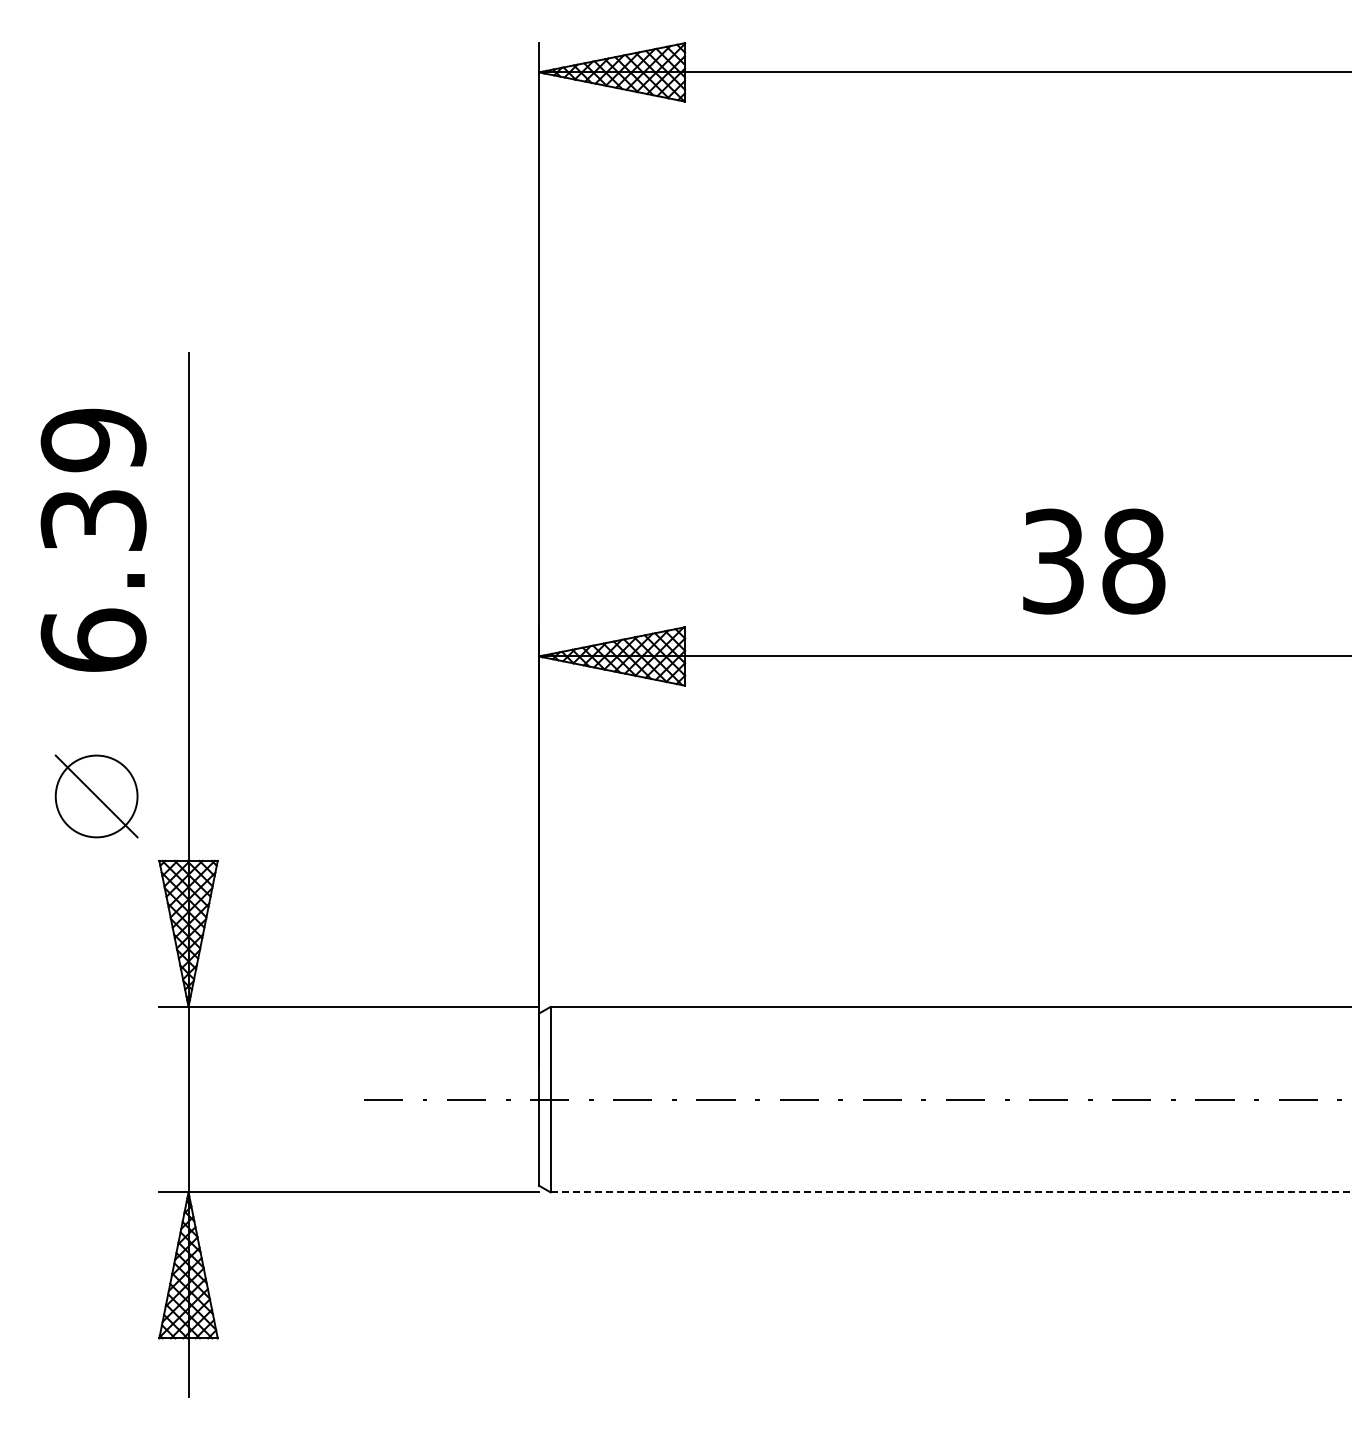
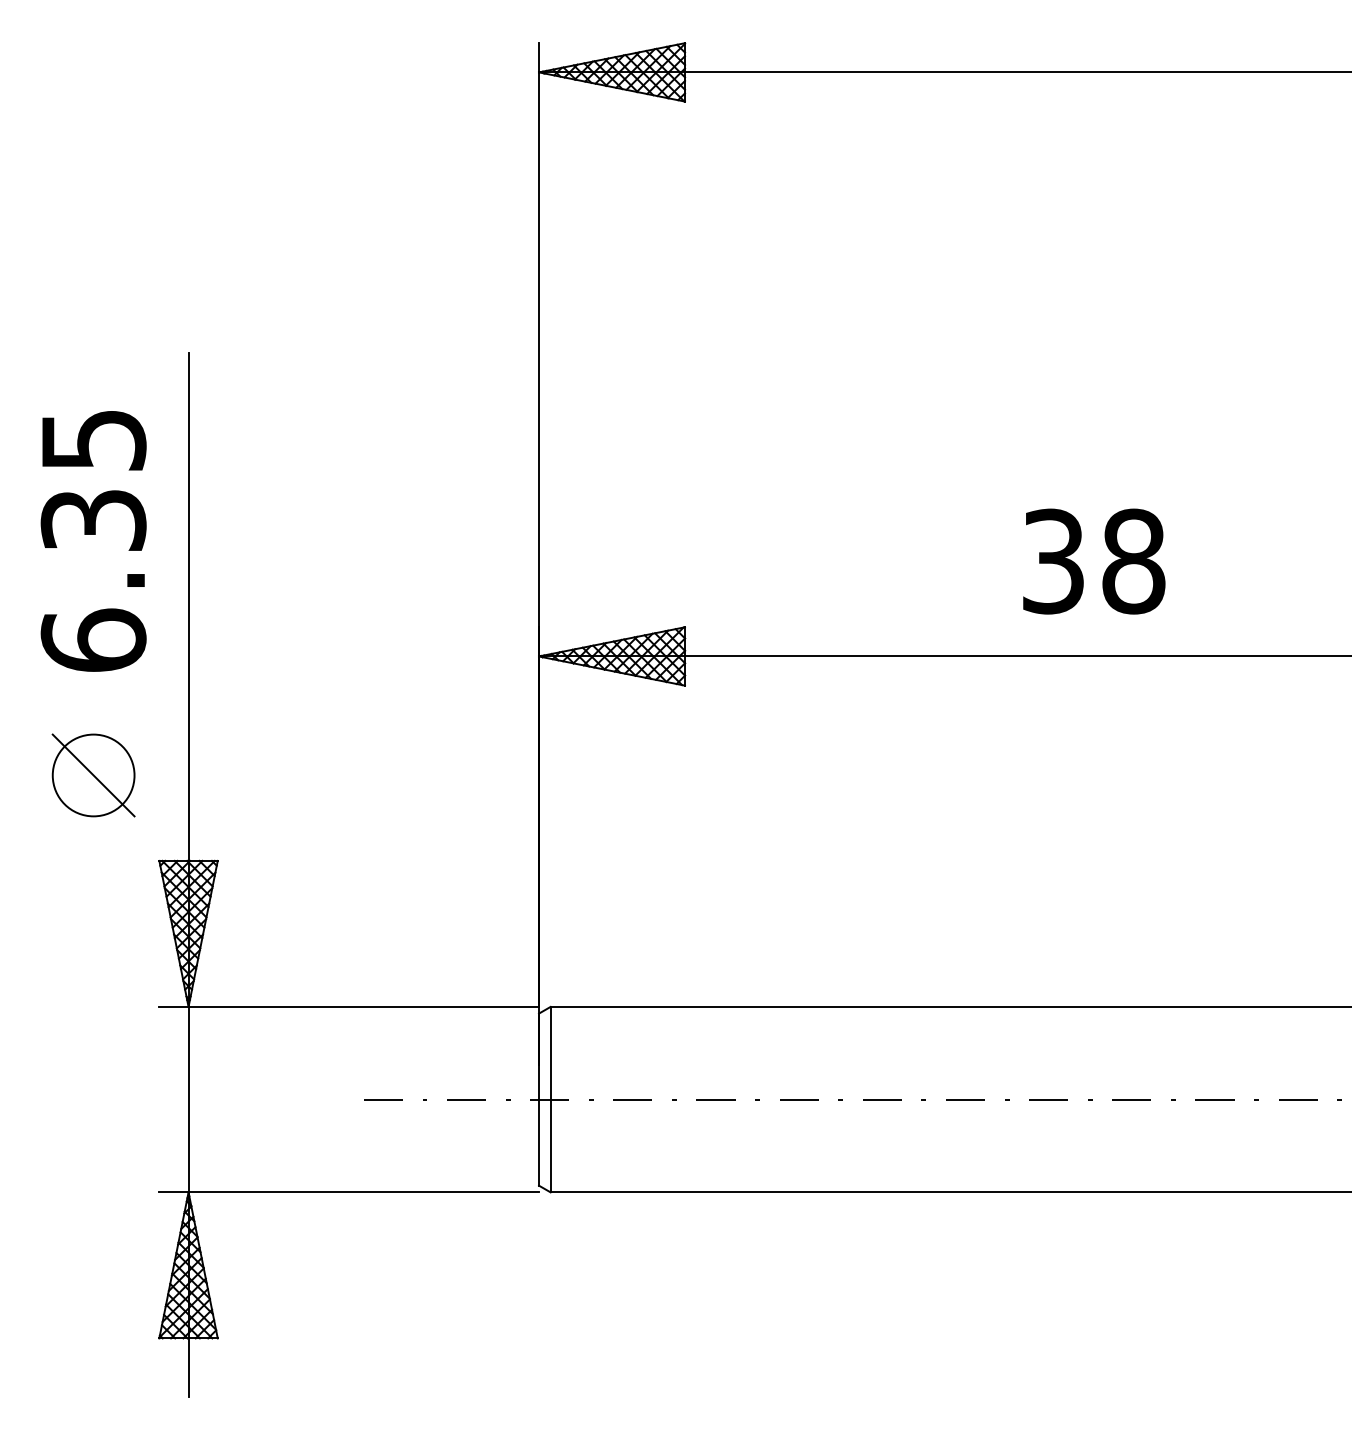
text at (93, 440): 6.39 -> 6.35
part at (96, 796) position: (96, 796) -> (93, 775)
line at (951, 1192): dashed -> solid
